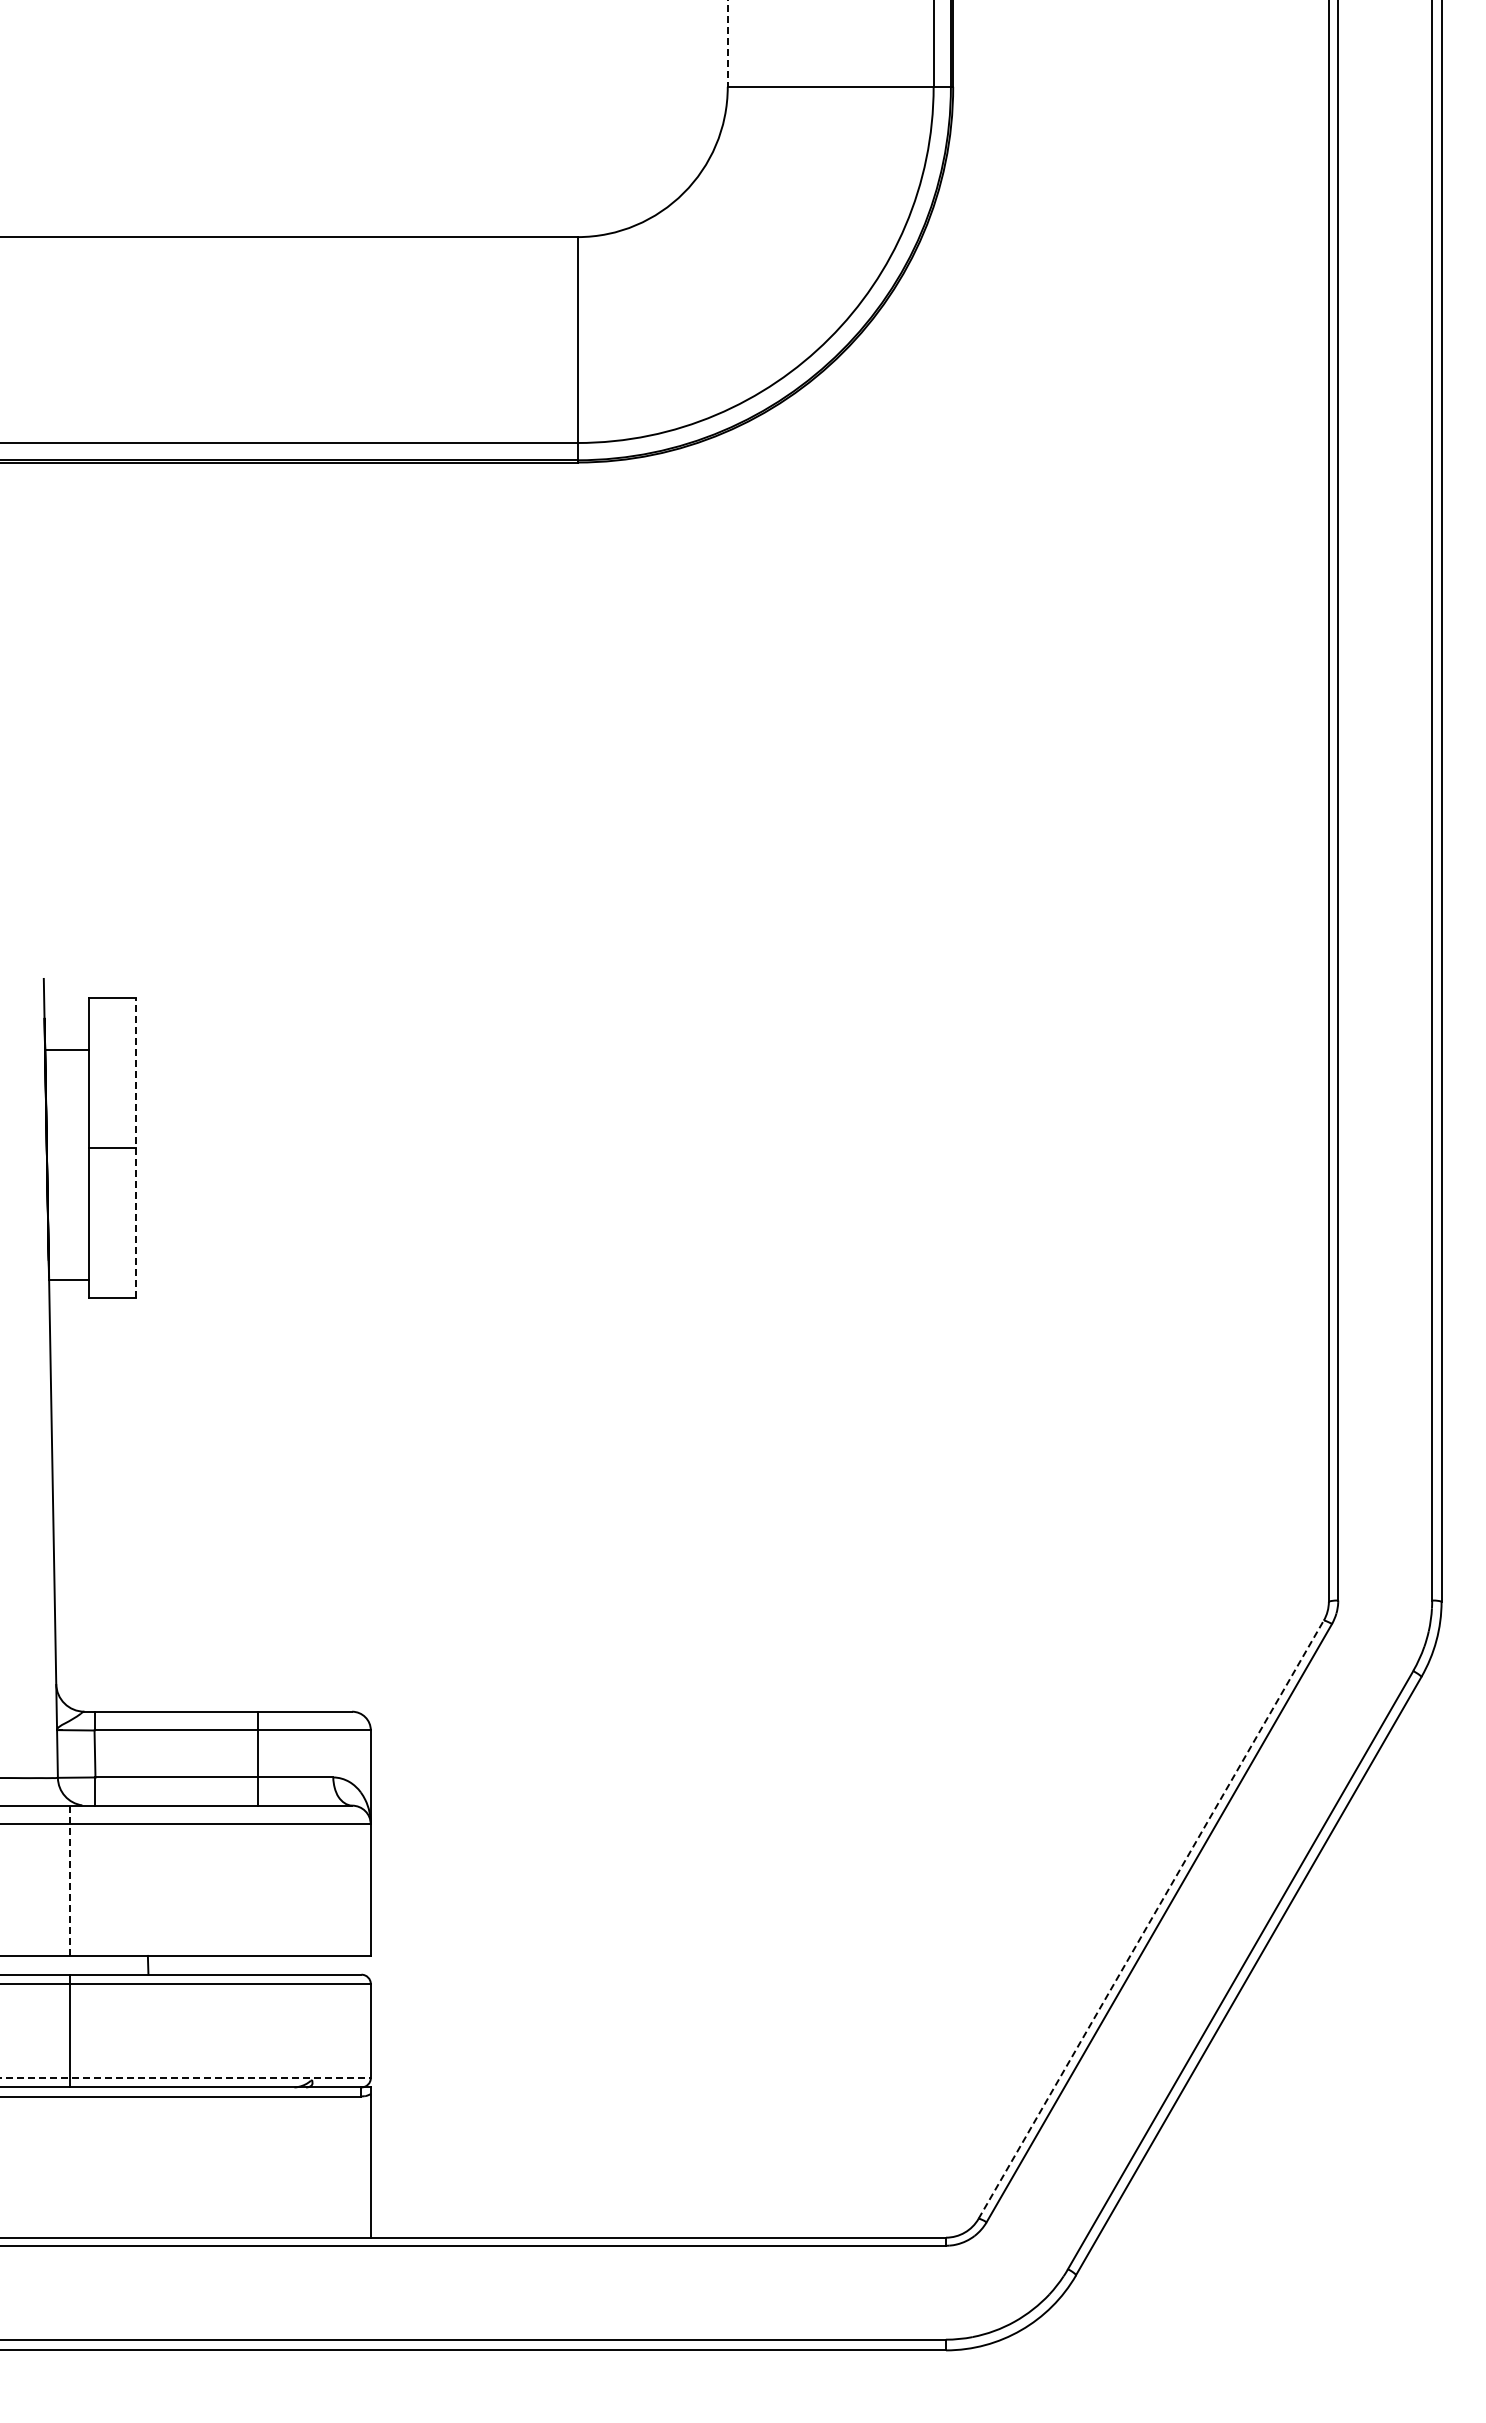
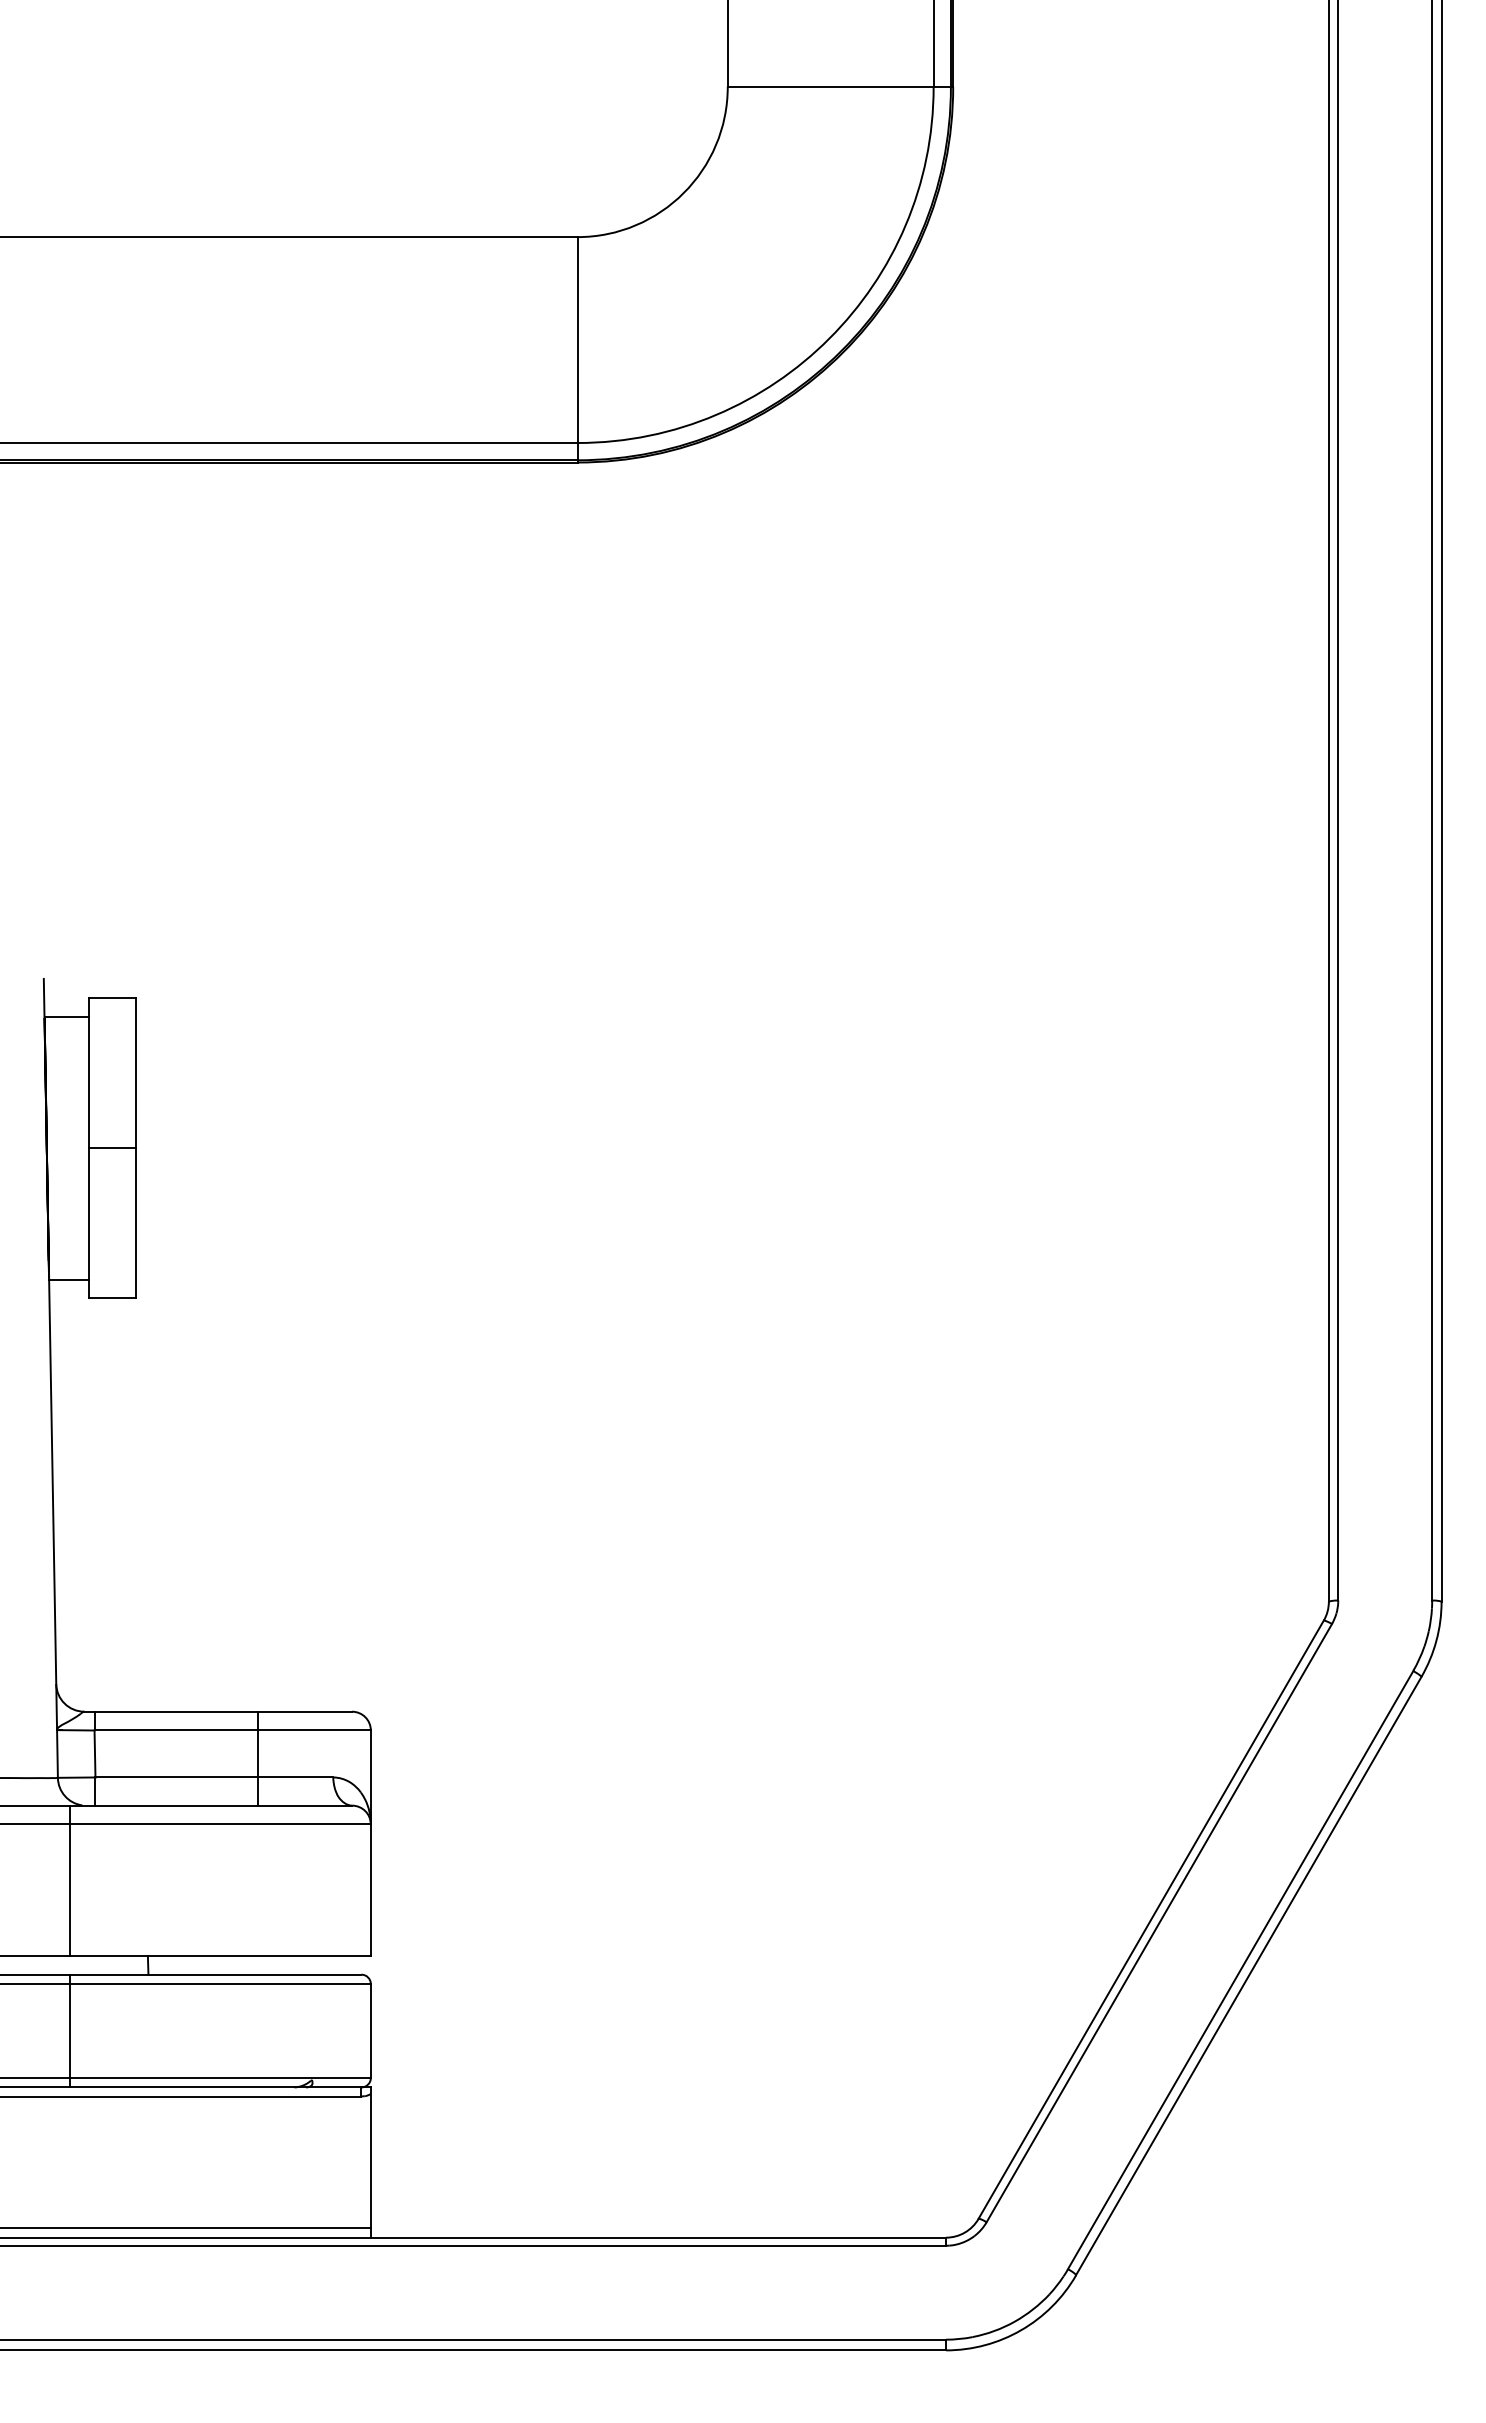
line at (727, 43): dashed -> solid
line at (66, 1049) position: (66, 1049) -> (66, 1016)
line at (136, 1147): dashed -> solid
line at (70, 1880): dashed -> solid
line at (1151, 1919): dashed -> solid
line at (186, 2078): dashed -> solid
line at (186, 2228): none -> present
